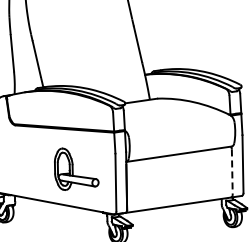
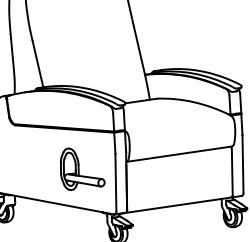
part at (76, 168) position: (76, 168) -> (82, 168)
line at (232, 172): dashed -> solid
